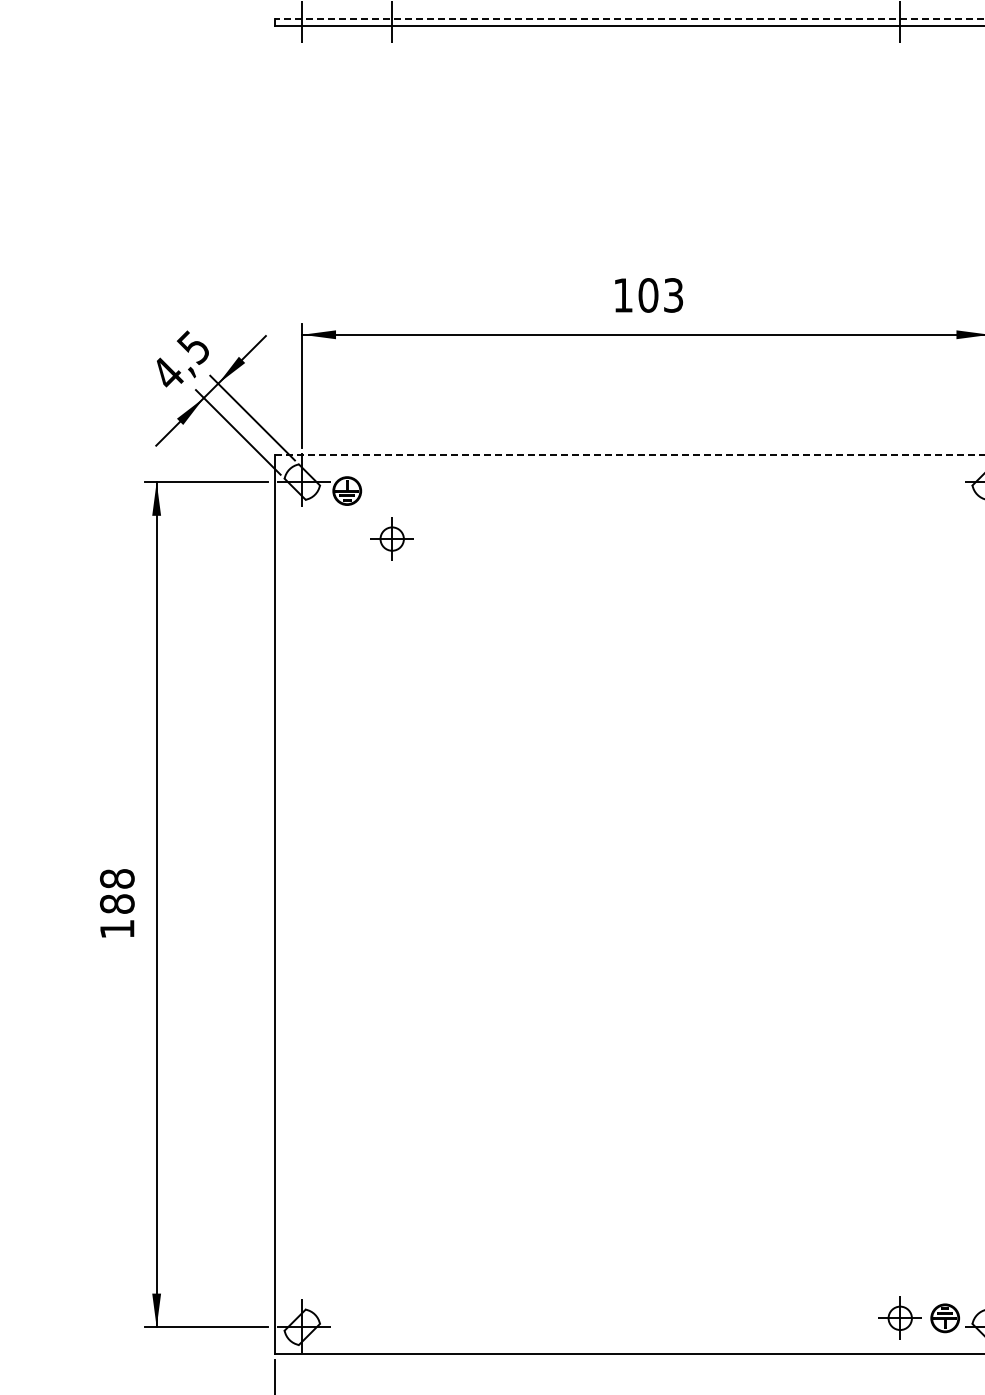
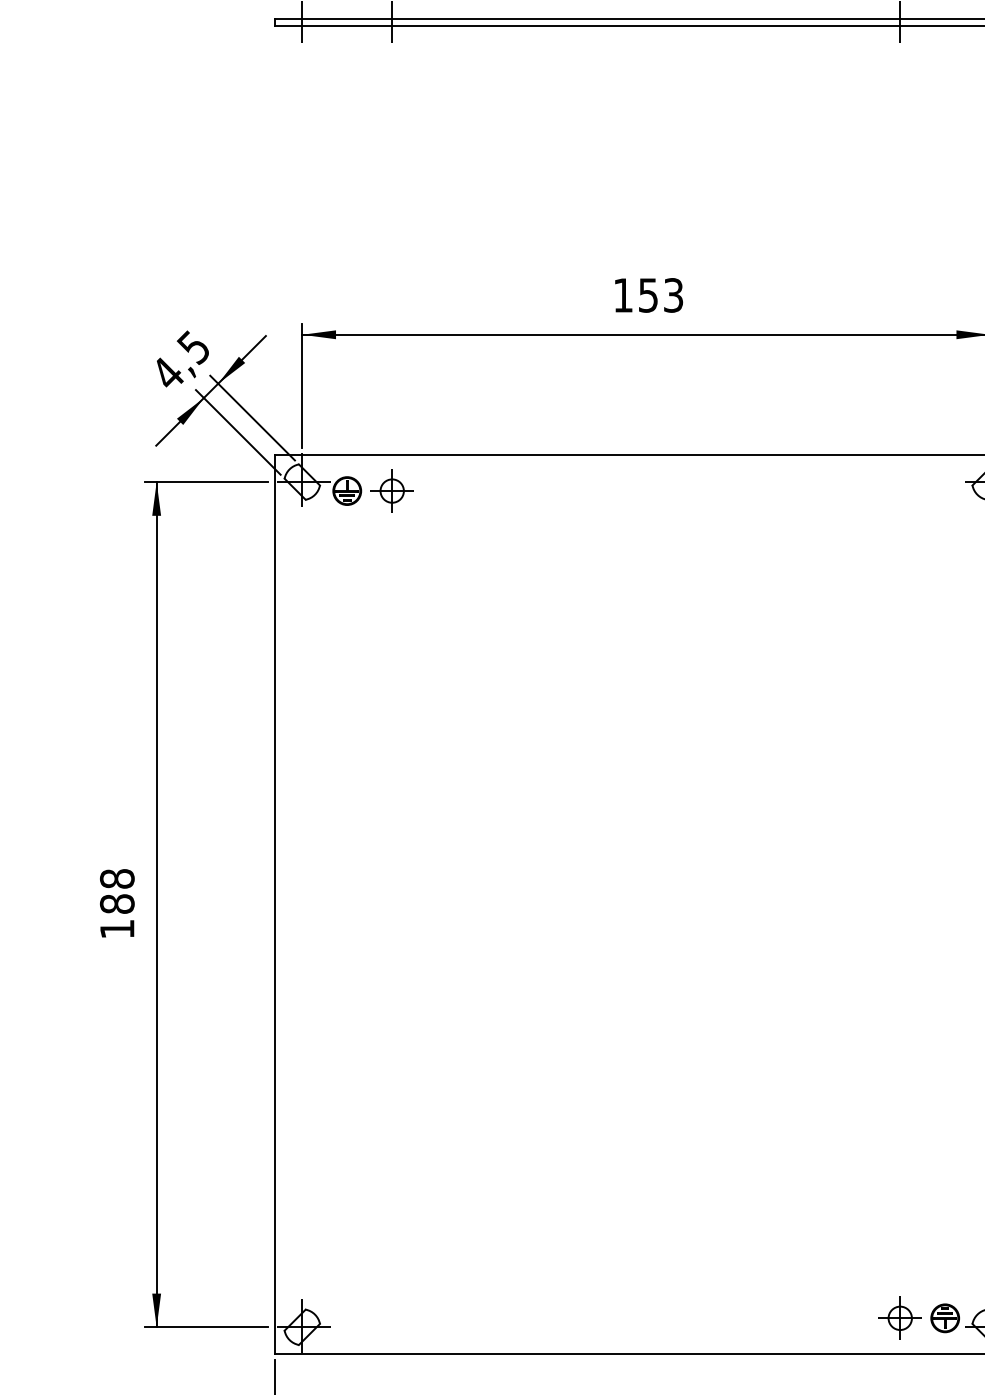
line at (629, 19): dashed -> solid
text at (648, 295): 103 -> 153
line at (630, 455): dashed -> solid
part at (391, 538) position: (391, 538) -> (391, 490)
